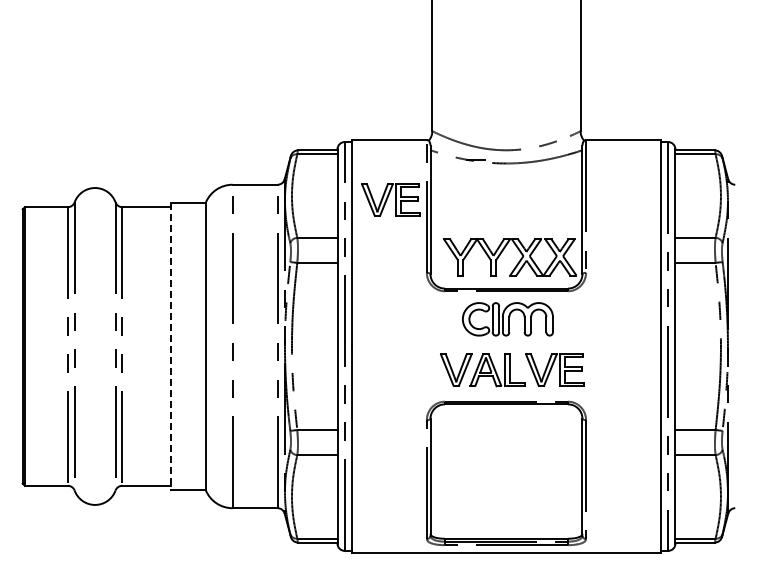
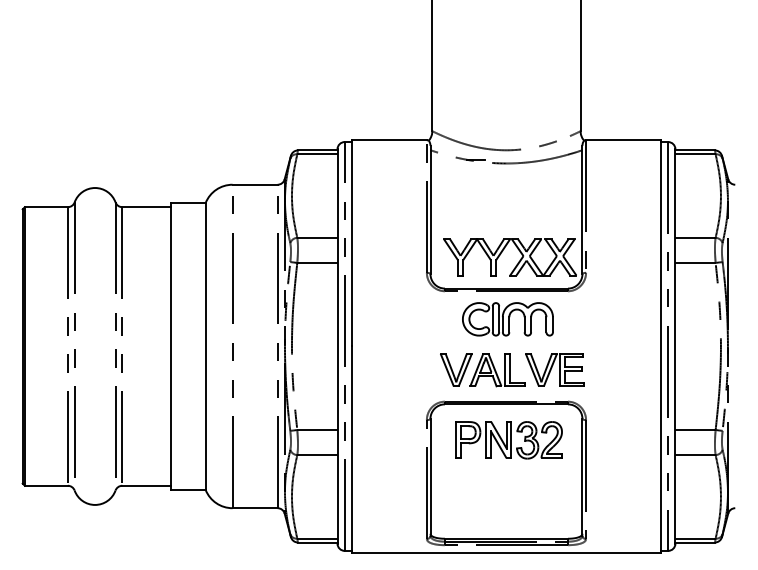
part at (390, 199): present -> none
line at (171, 346): dashed -> solid
part at (508, 440): none -> present
